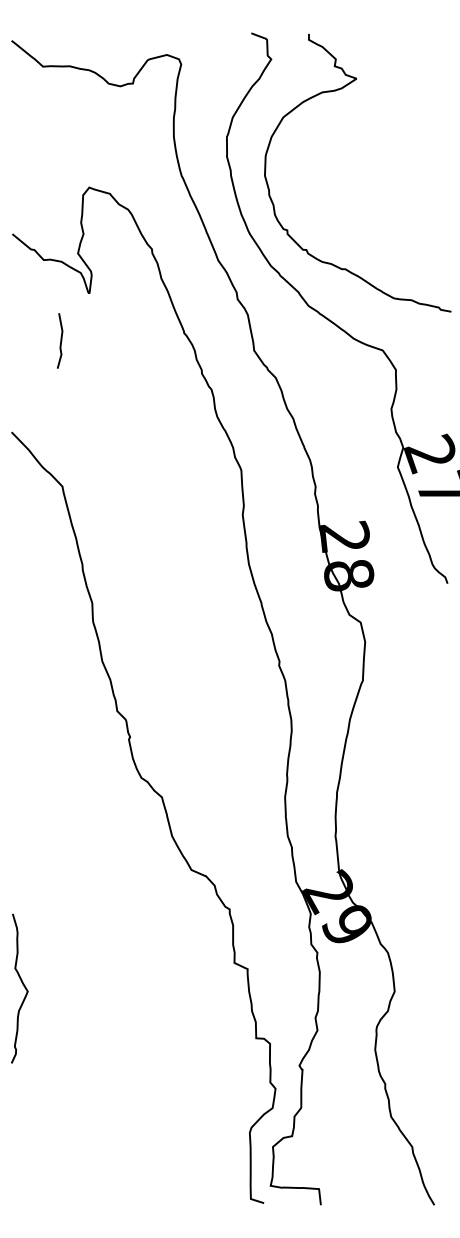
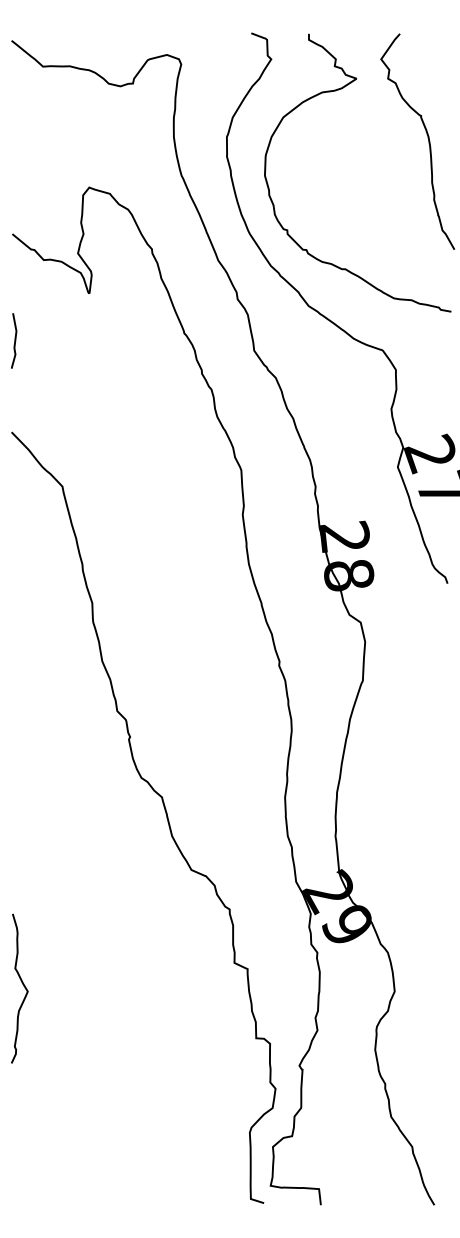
curve at (427, 138): none -> present
curve at (60, 340) position: (60, 340) -> (14, 340)
